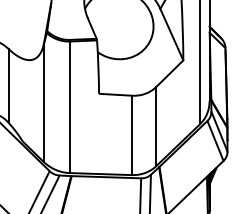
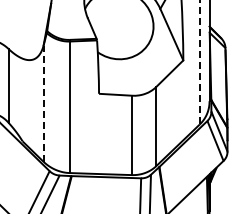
line at (199, 62): solid -> dashed
line at (43, 103): solid -> dashed
